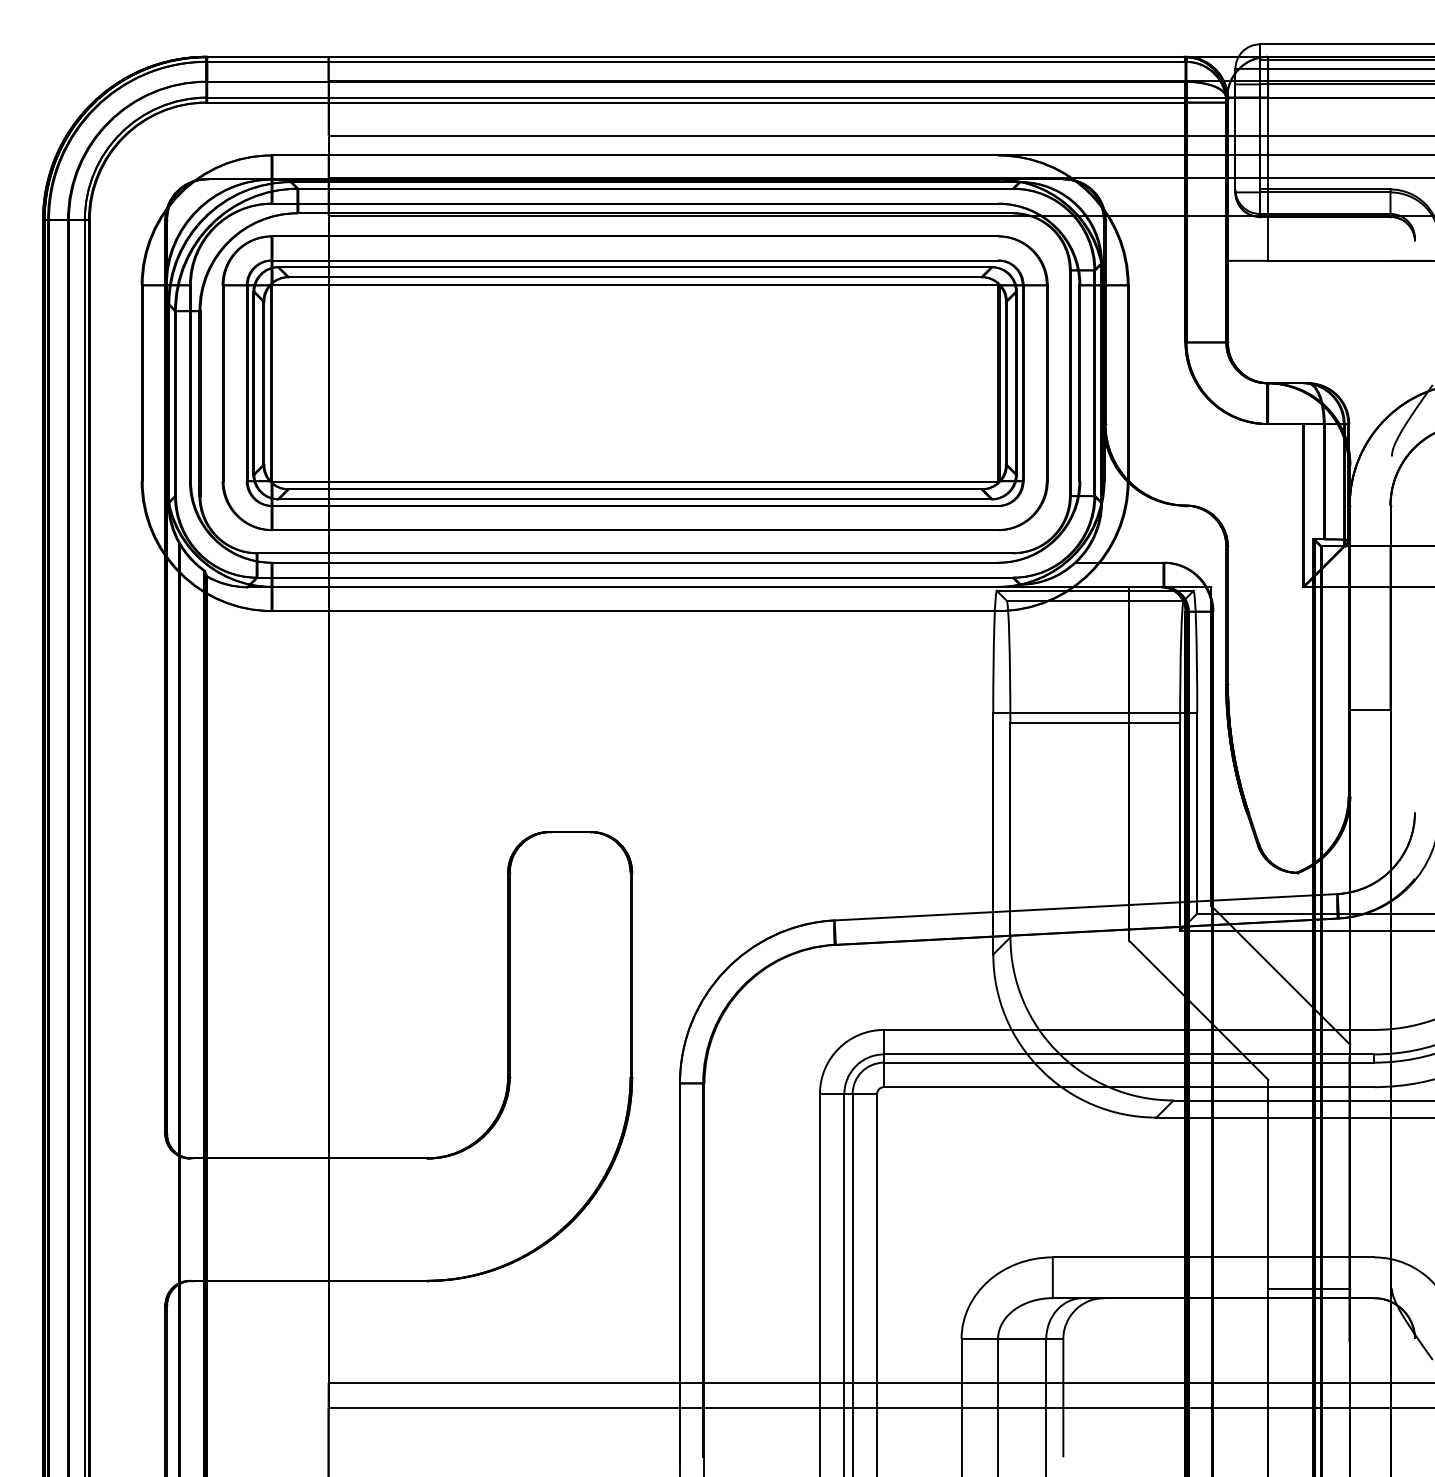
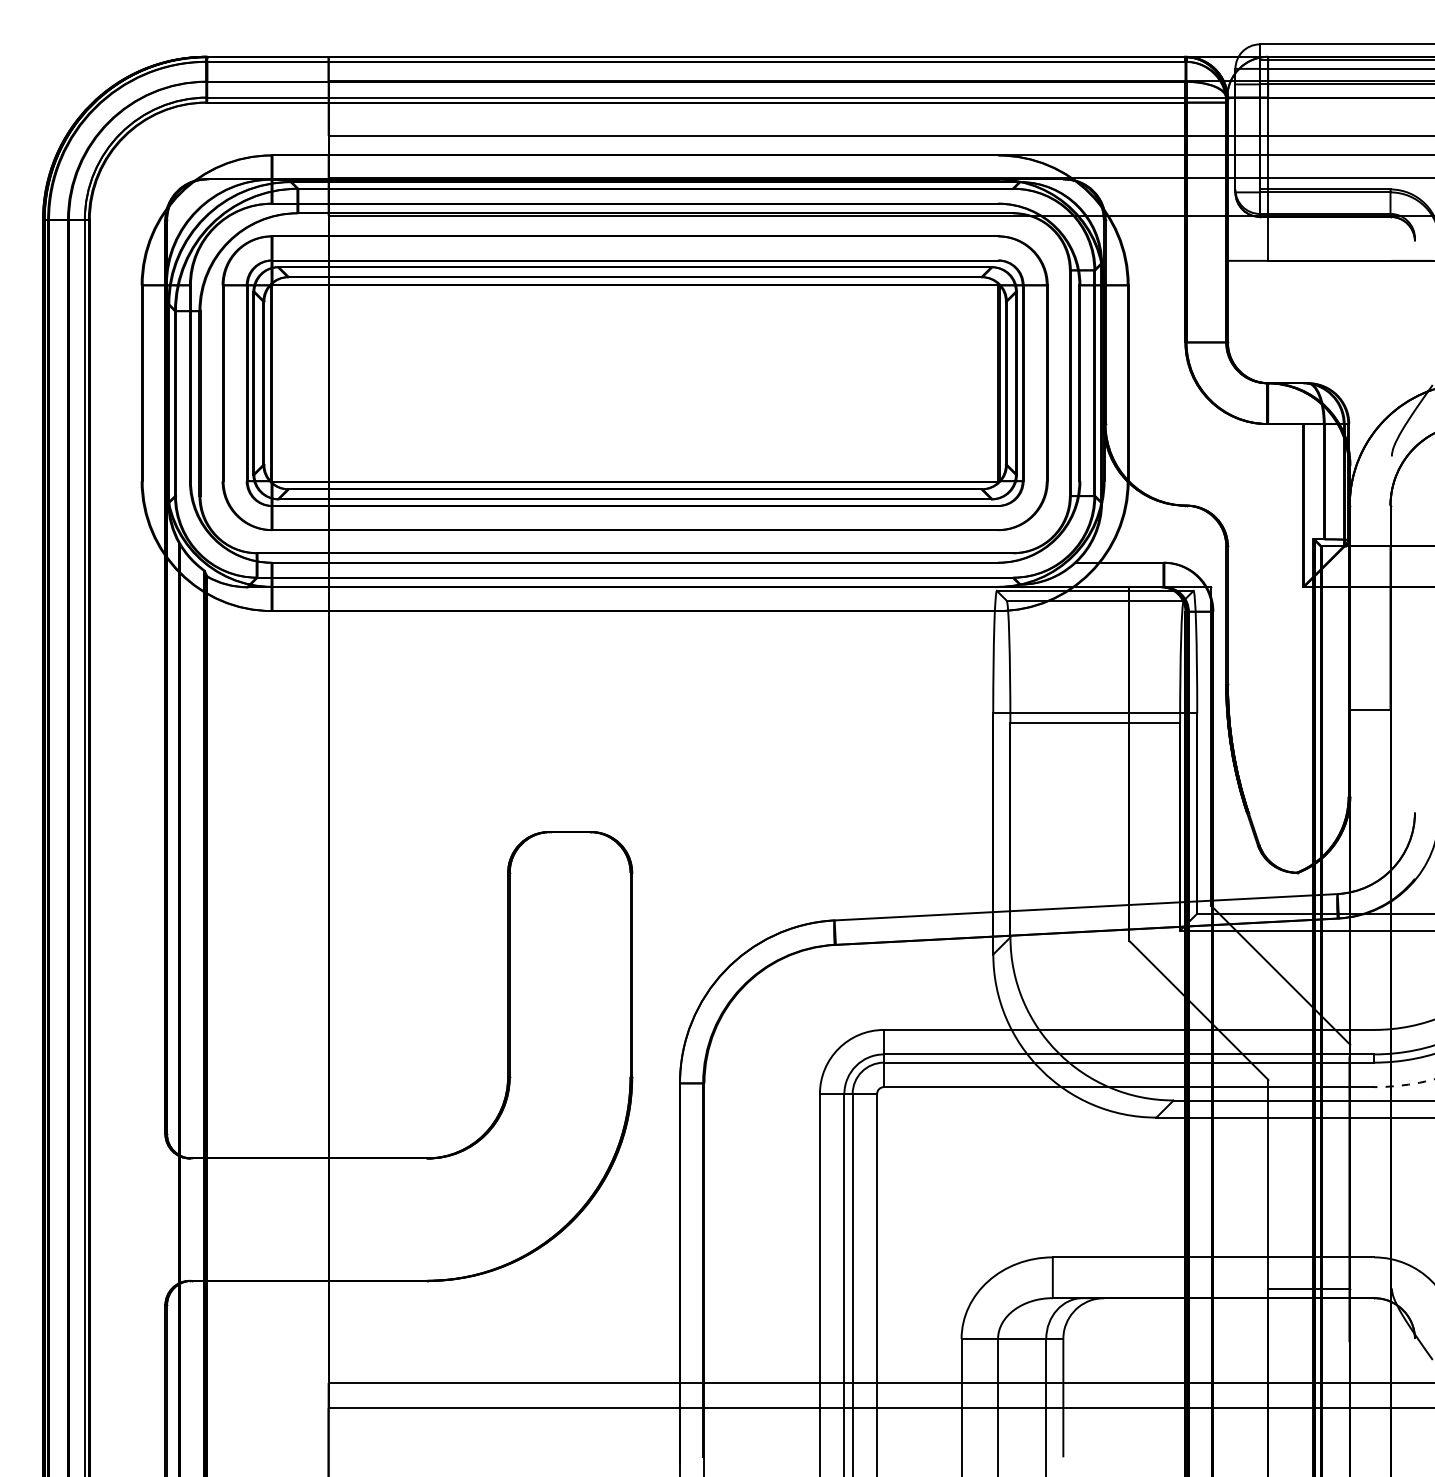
arc at (1404, 1085): solid -> dashed
